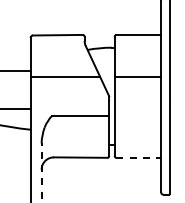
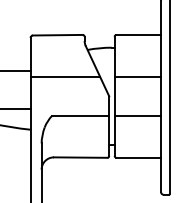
line at (137, 115): none -> present
line at (139, 157): dashed -> solid
line at (41, 172): dashed -> solid
